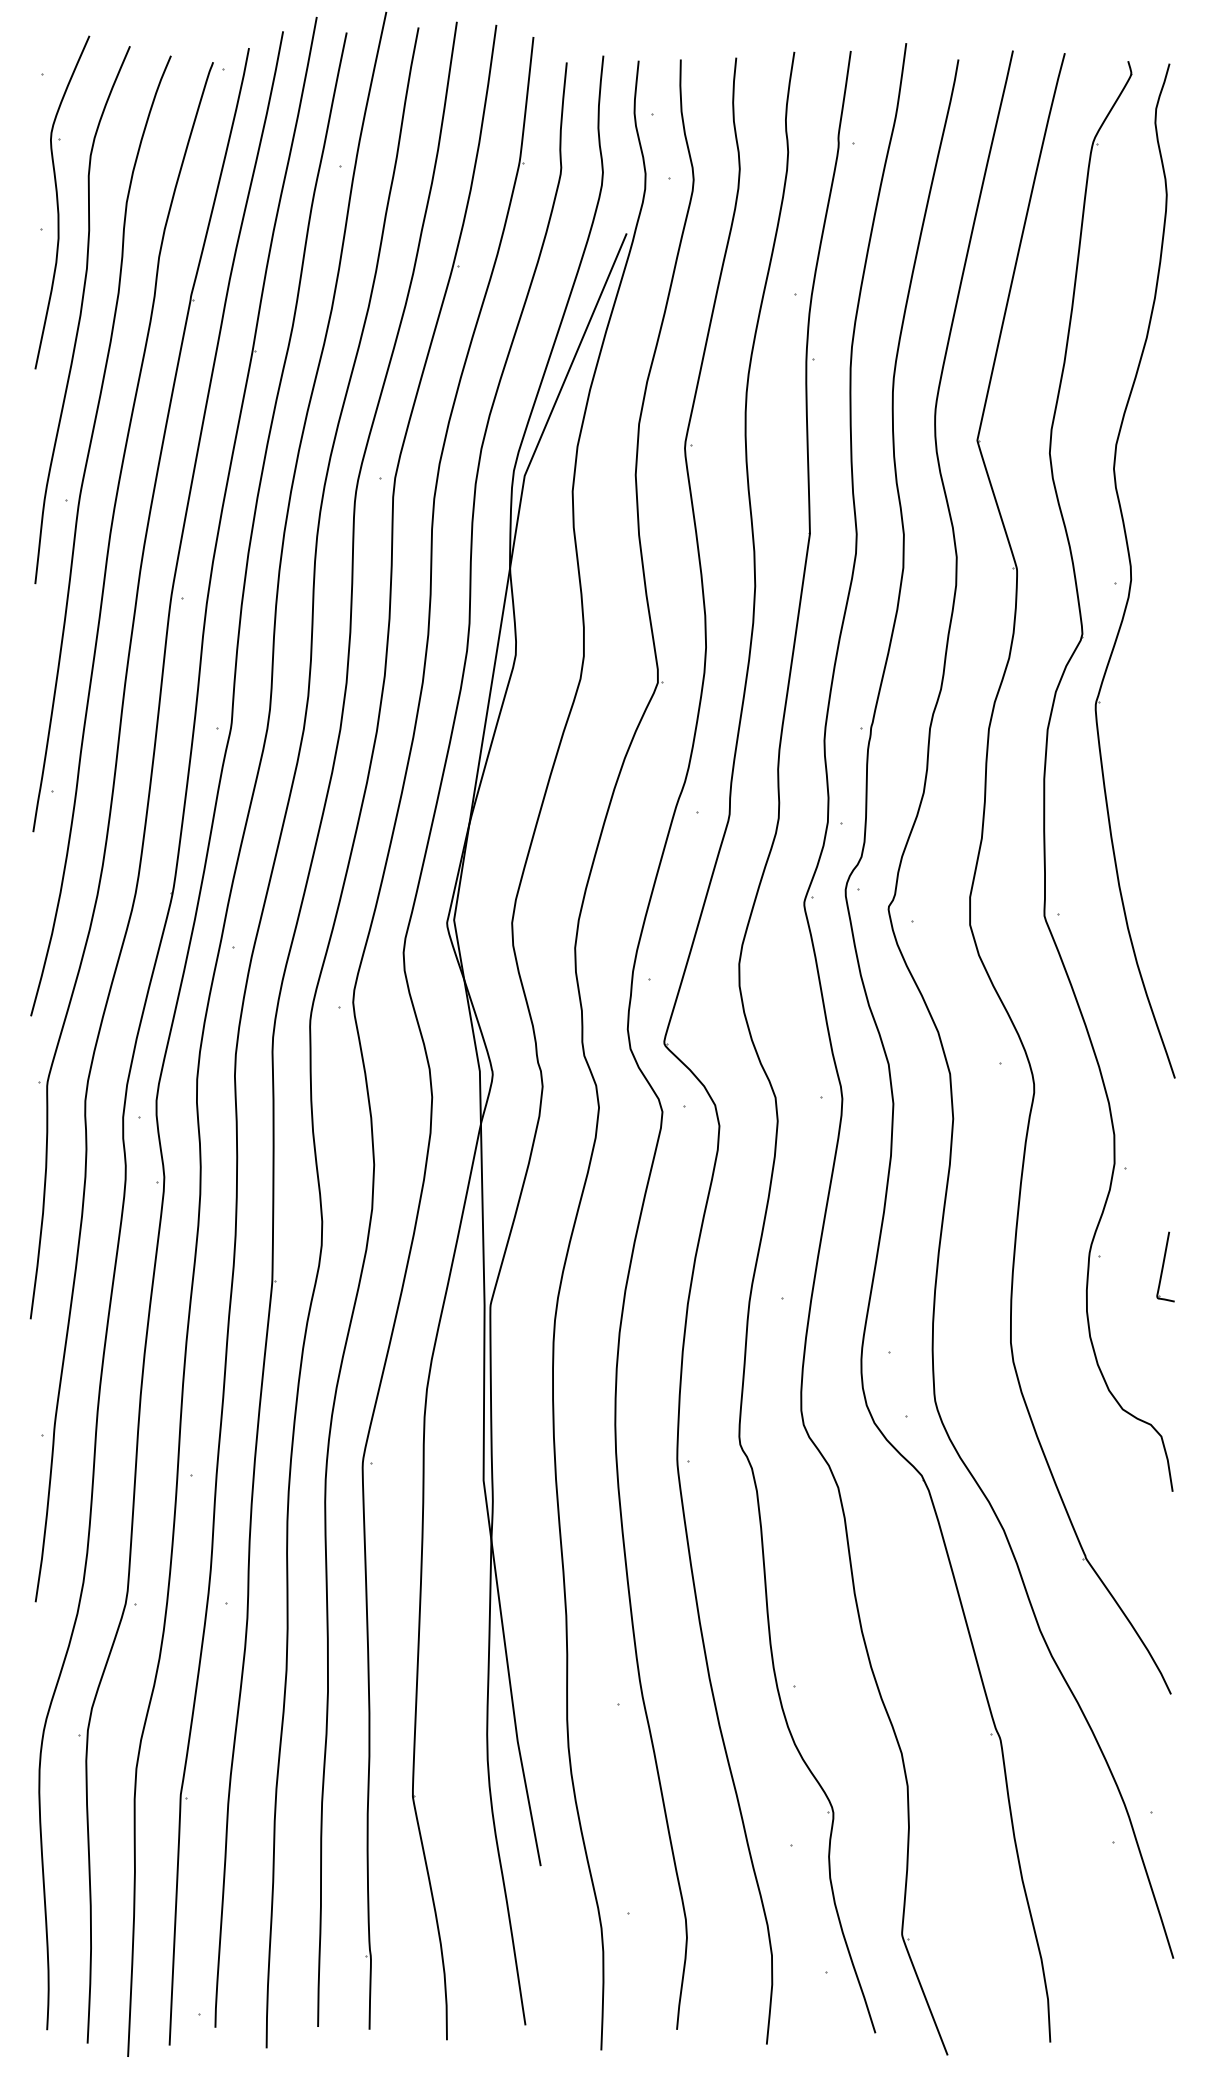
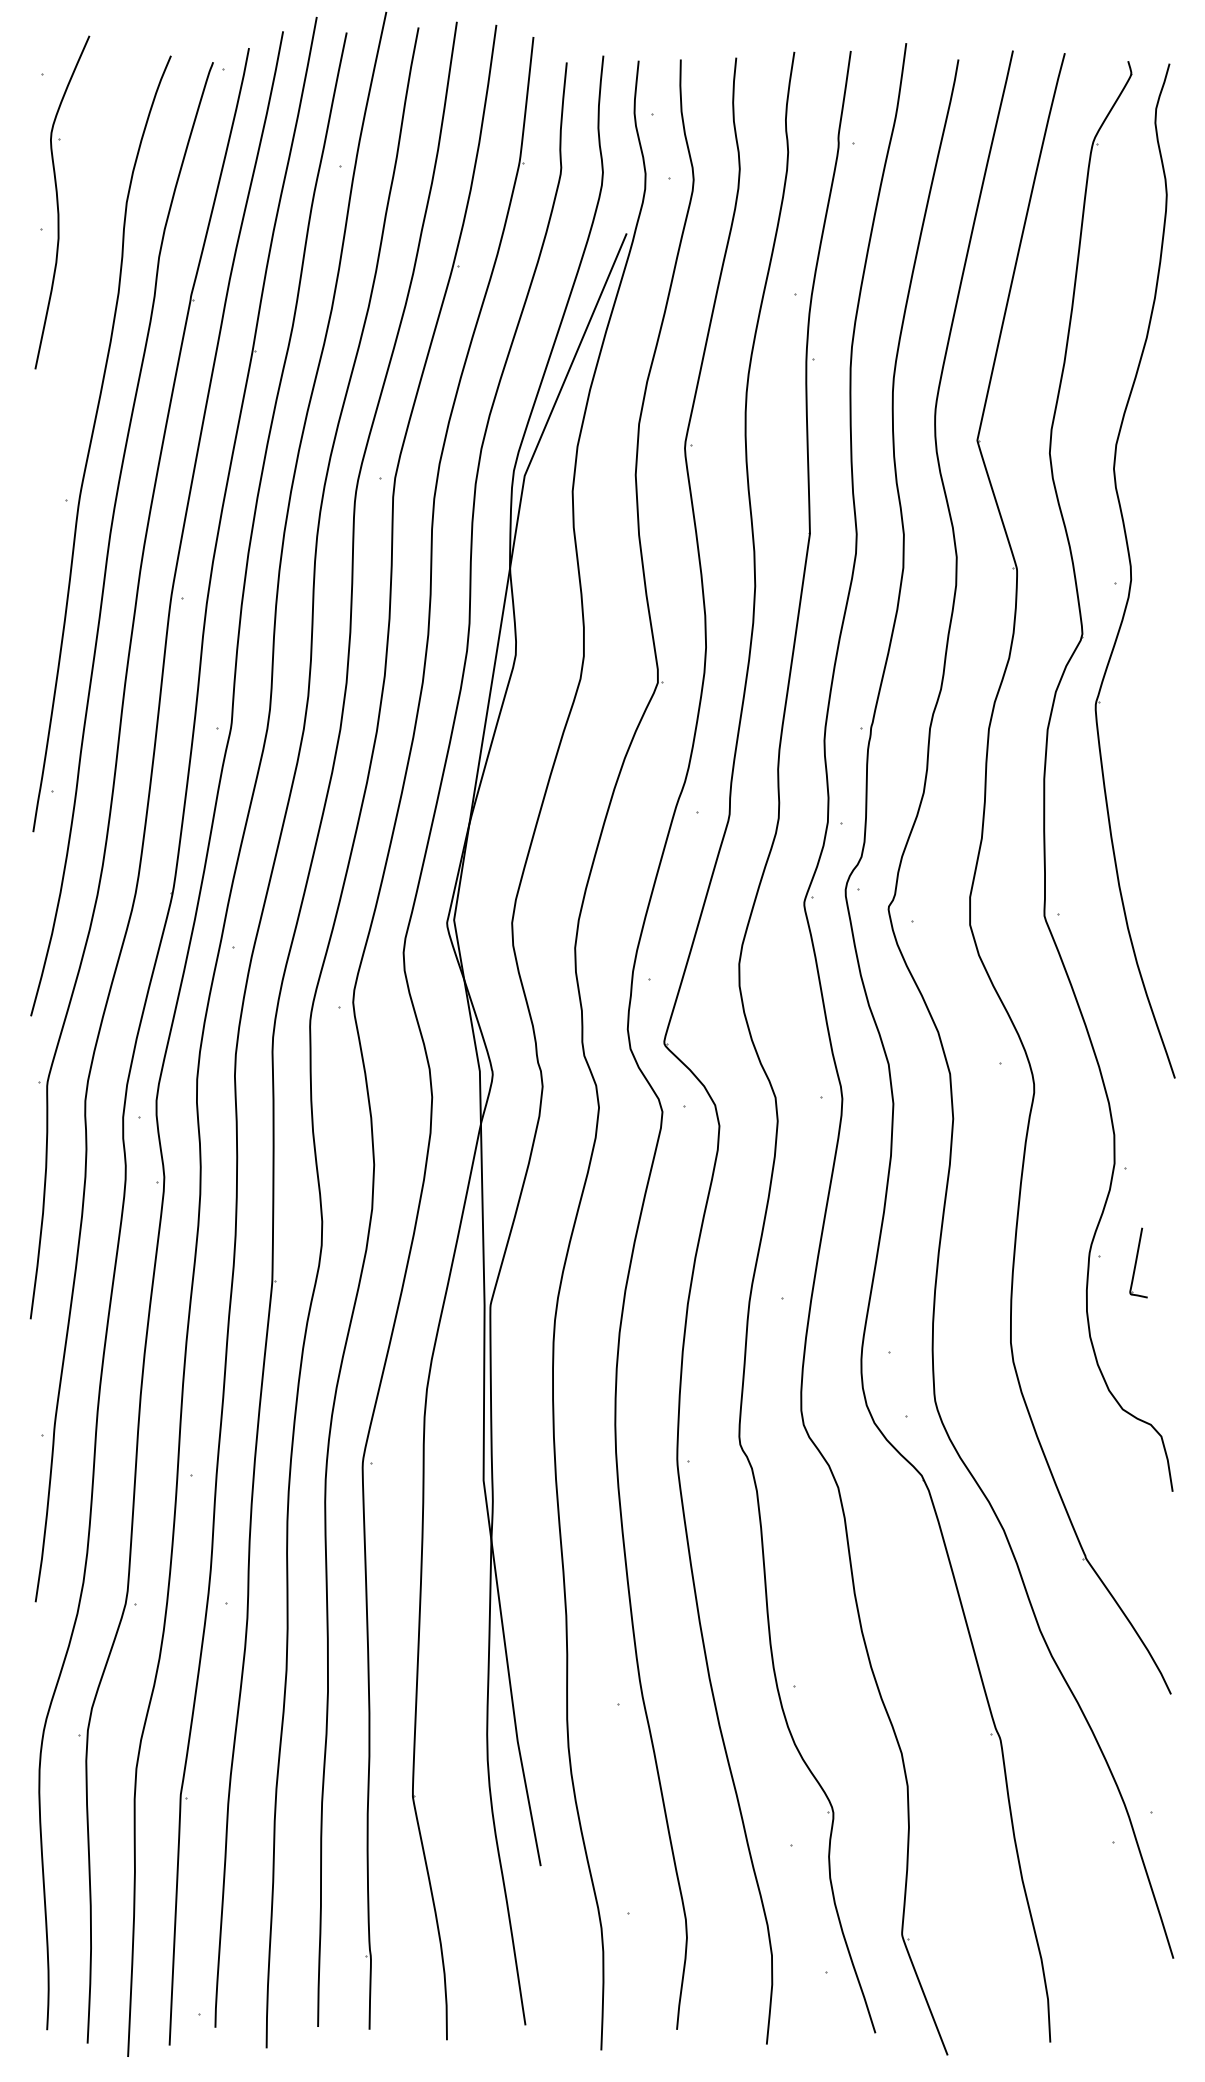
curve at (81, 315): present -> none
part at (1165, 1266) position: (1165, 1266) -> (1138, 1262)
